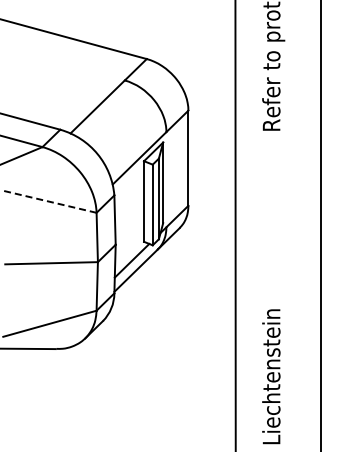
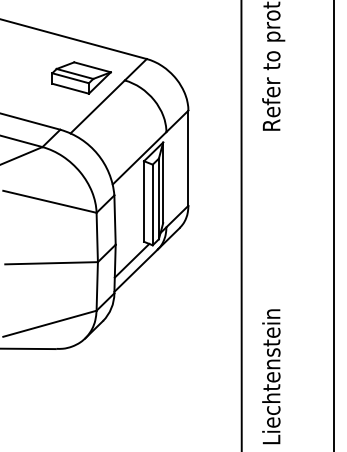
part at (81, 77): none -> present
line at (49, 201): dashed -> solid
line at (235, 225) position: (235, 225) -> (241, 225)
line at (321, 225) position: (321, 225) -> (334, 225)
